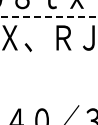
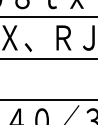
line at (49, 17): dashed -> solid
line at (48, 58): none -> present
line at (48, 100): none -> present
